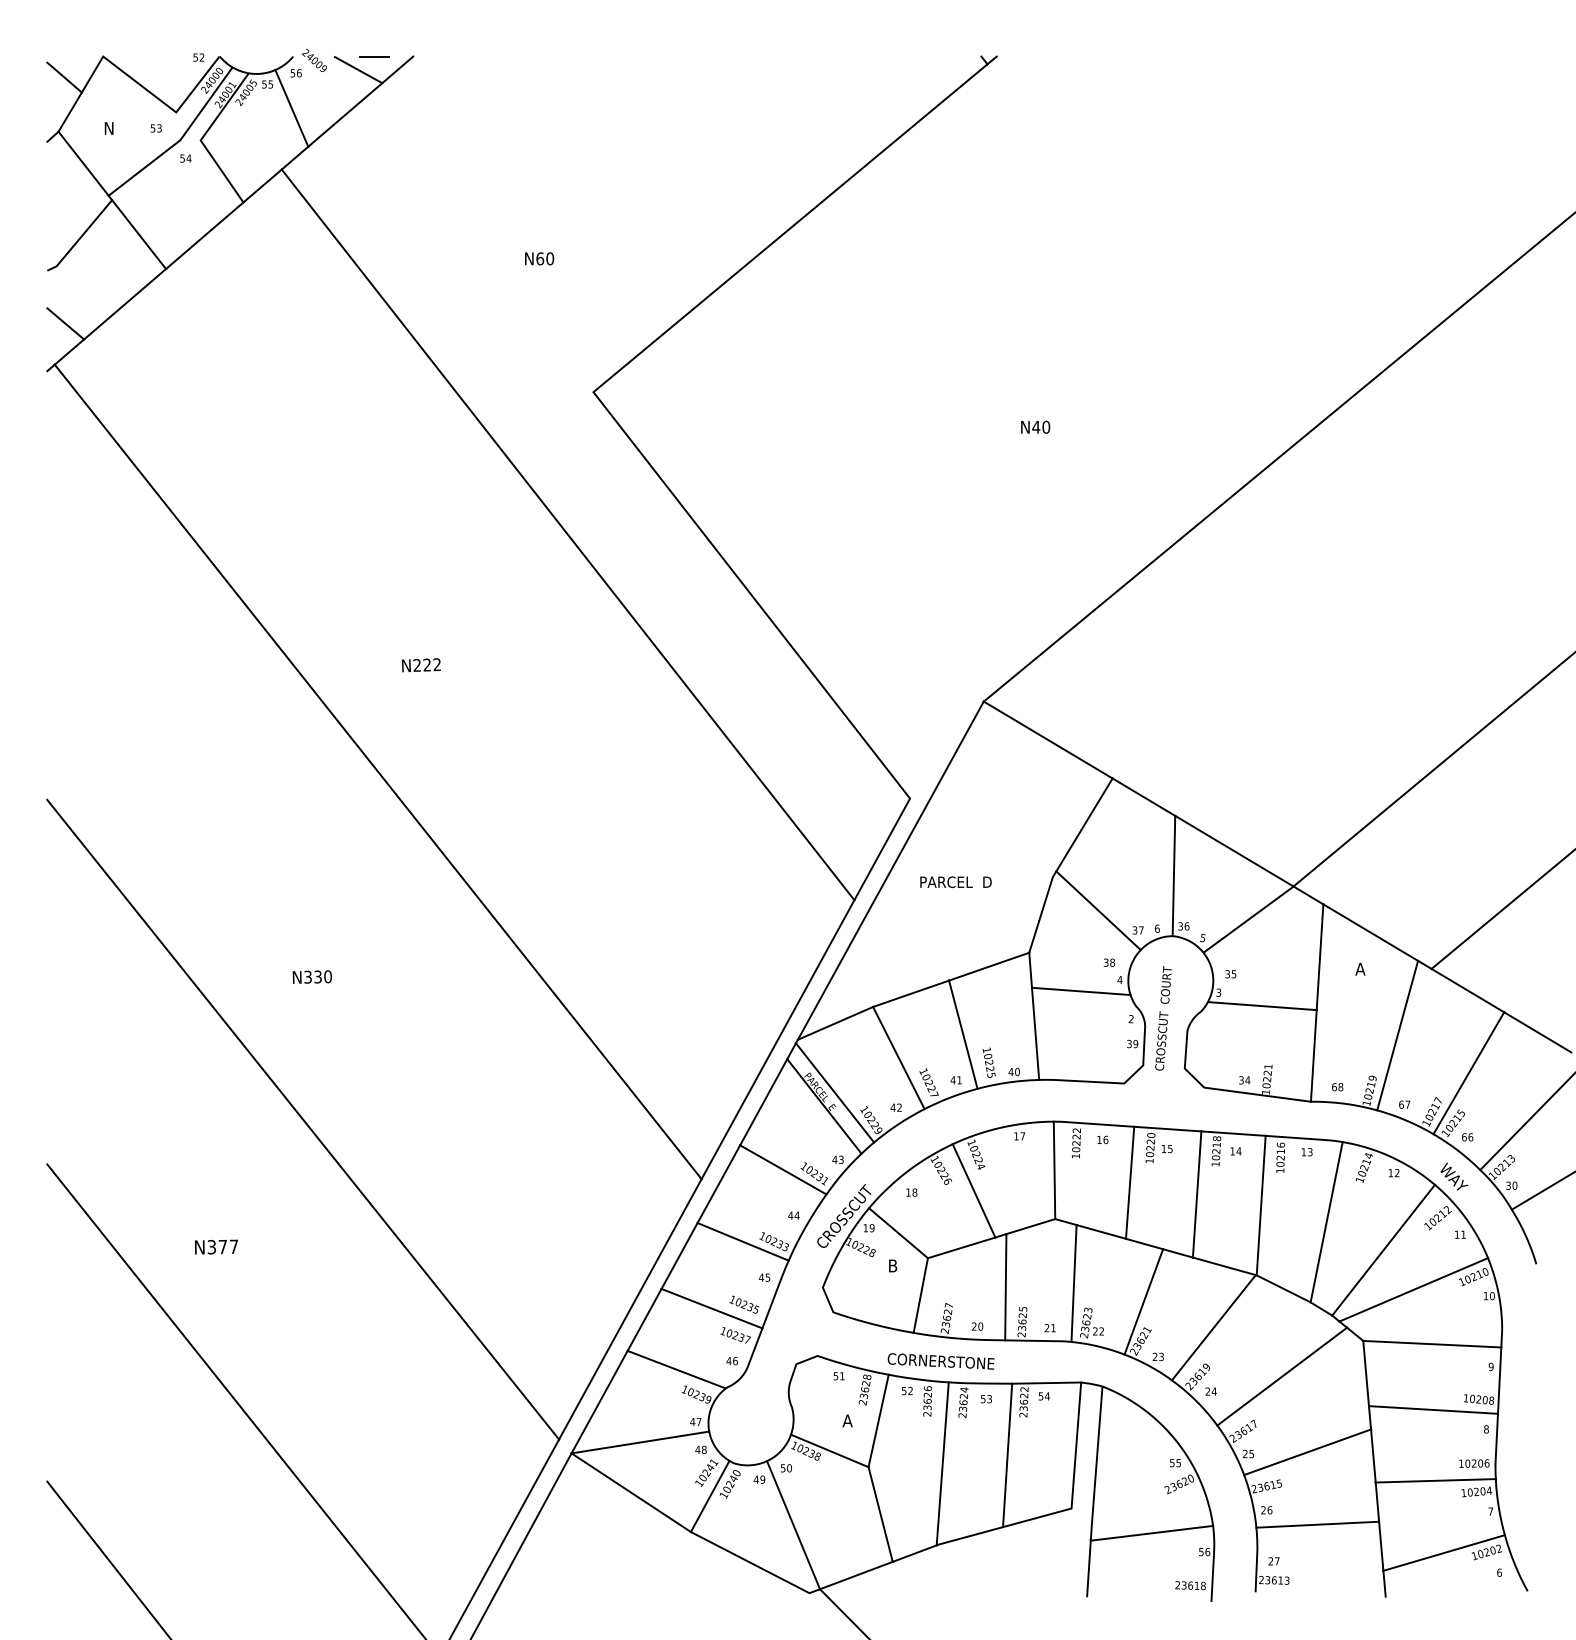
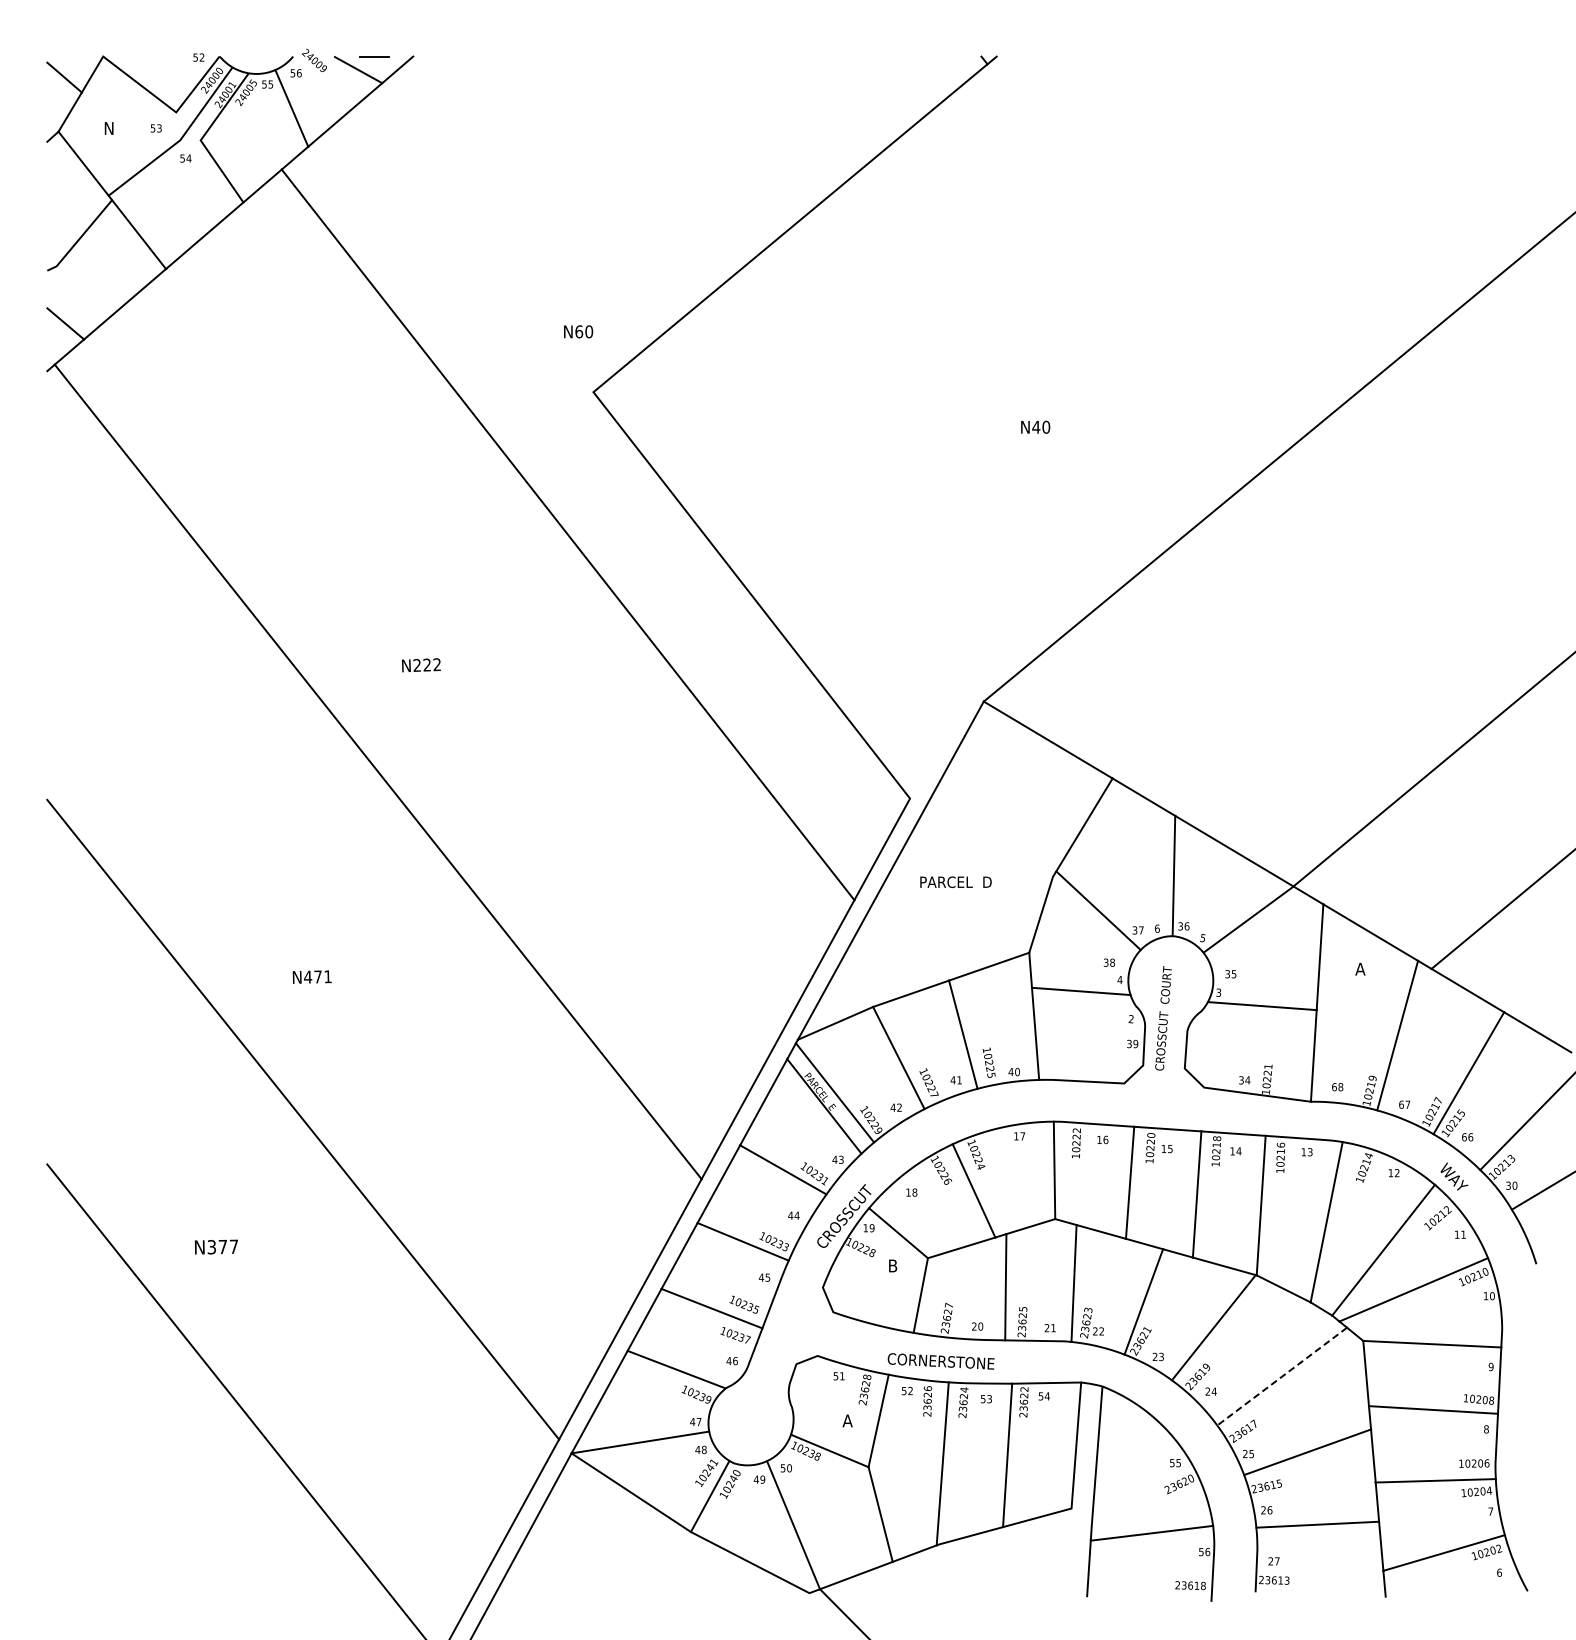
text at (539, 258) position: (539, 258) -> (578, 331)
text at (317, 976): N330 -> N471
line at (1281, 1376): solid -> dashed
line at (107, 1558): present -> none
